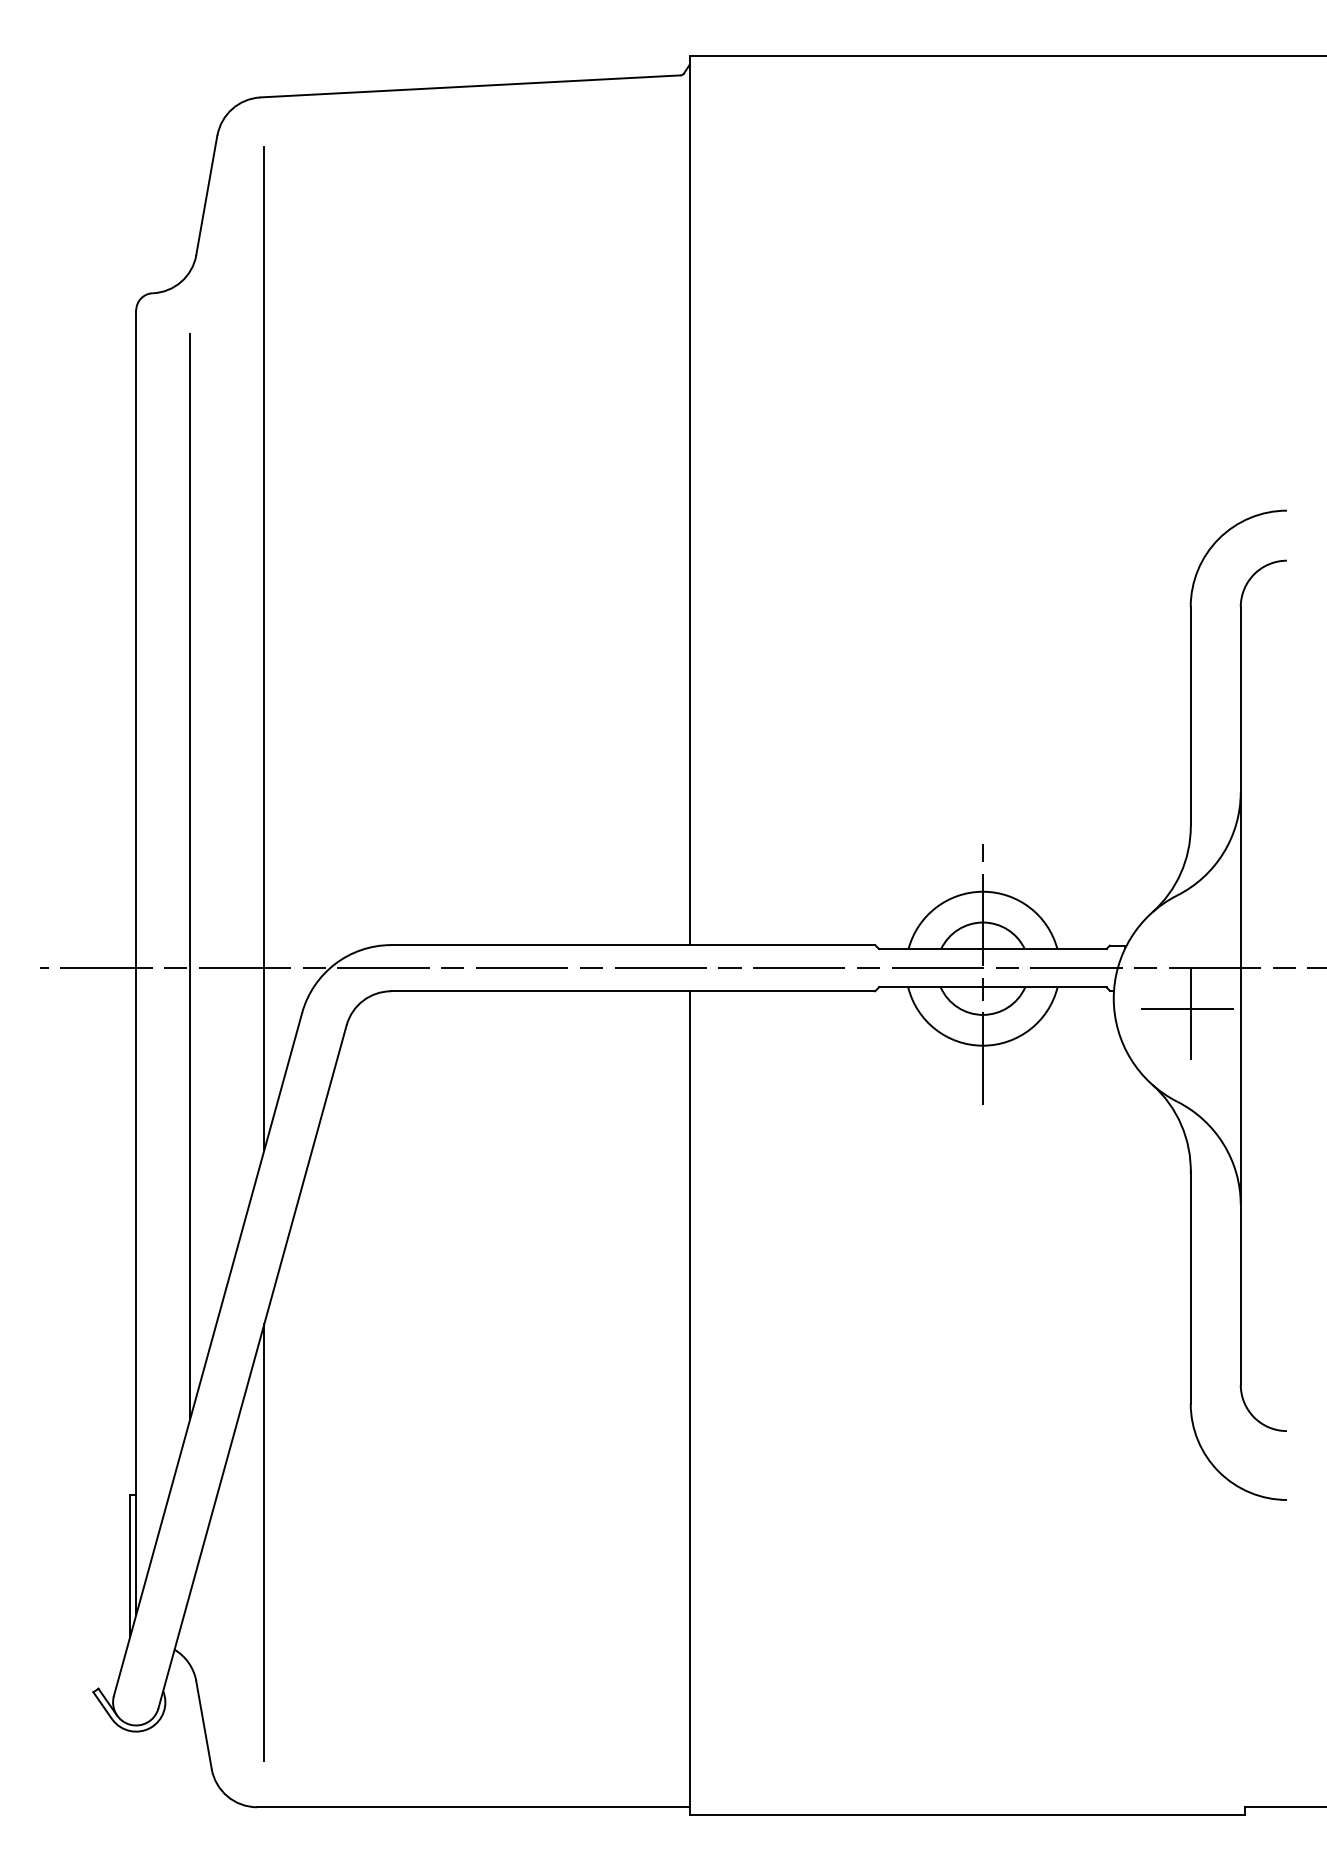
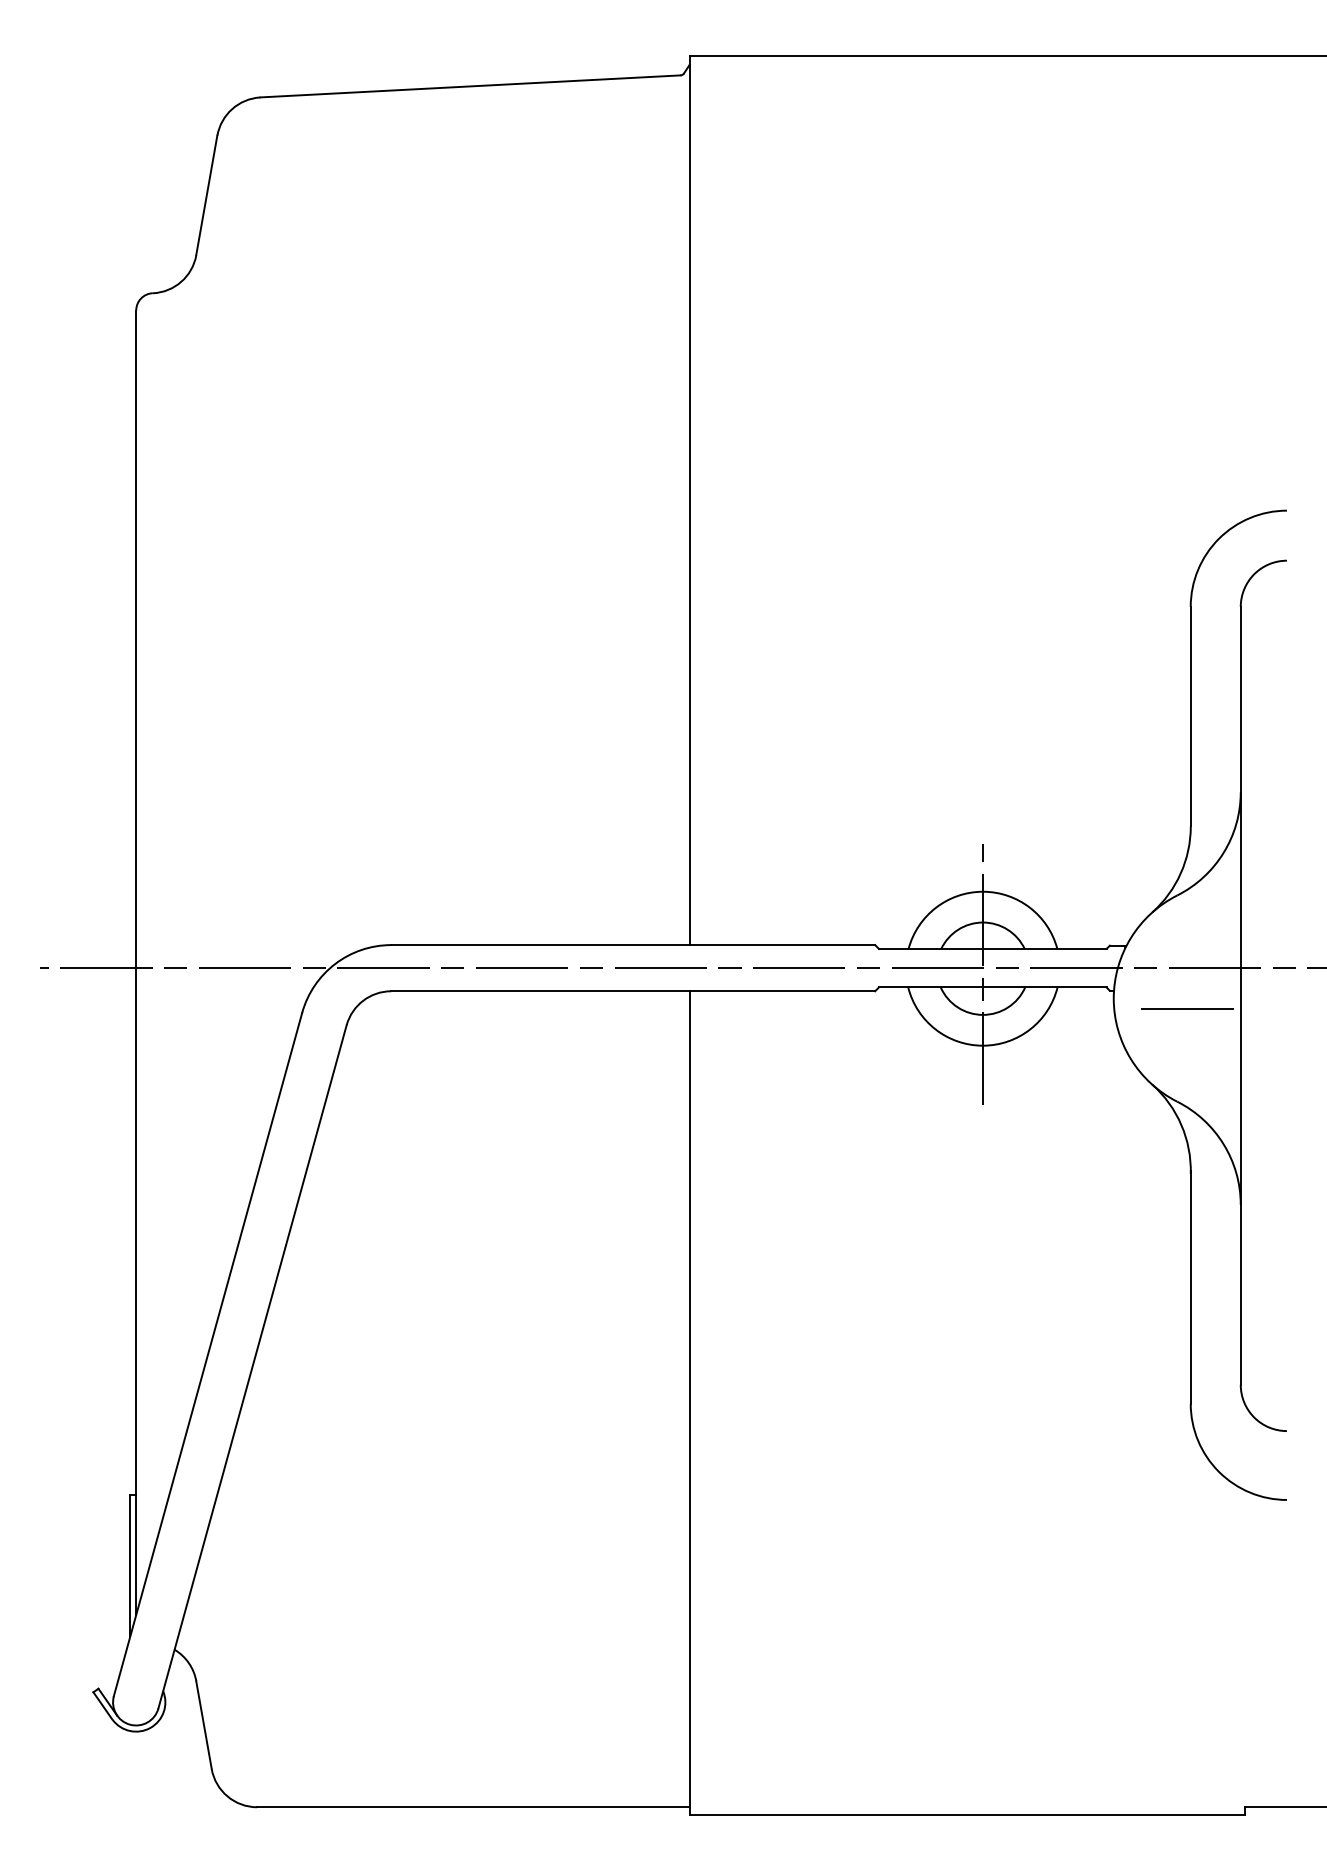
line at (264, 647): present -> none
line at (190, 876): present -> none
line at (1190, 1008): present -> none
line at (264, 1541): present -> none
